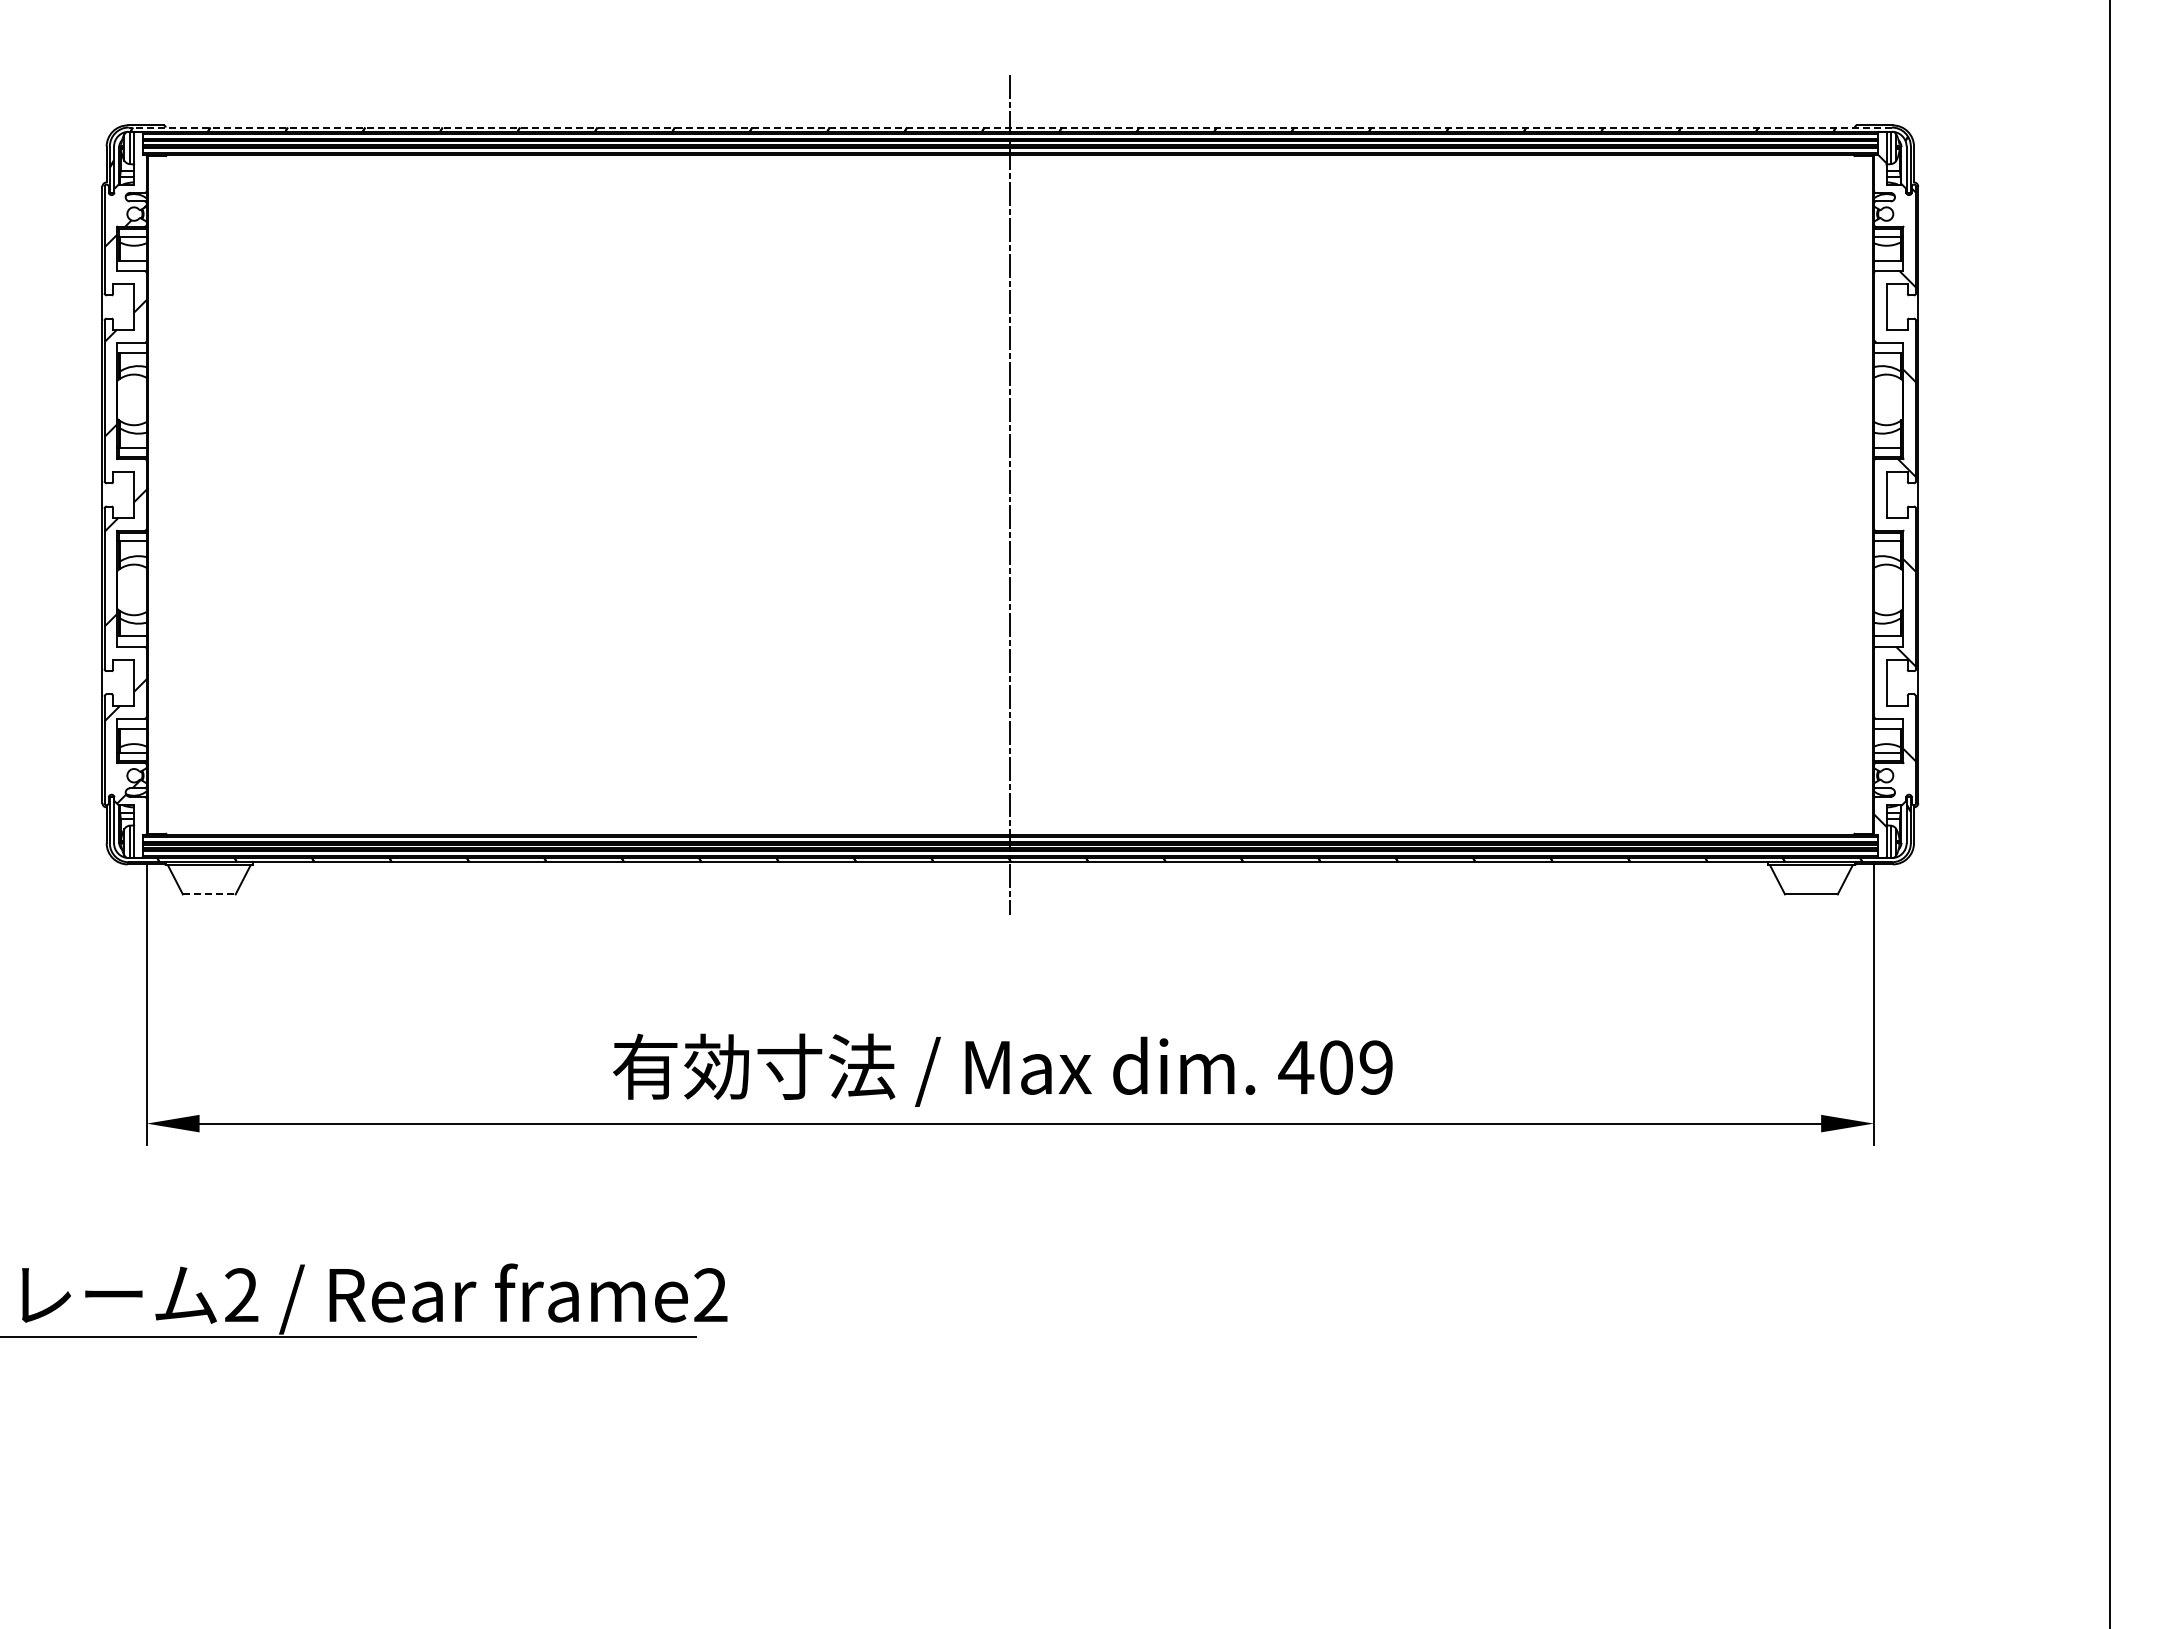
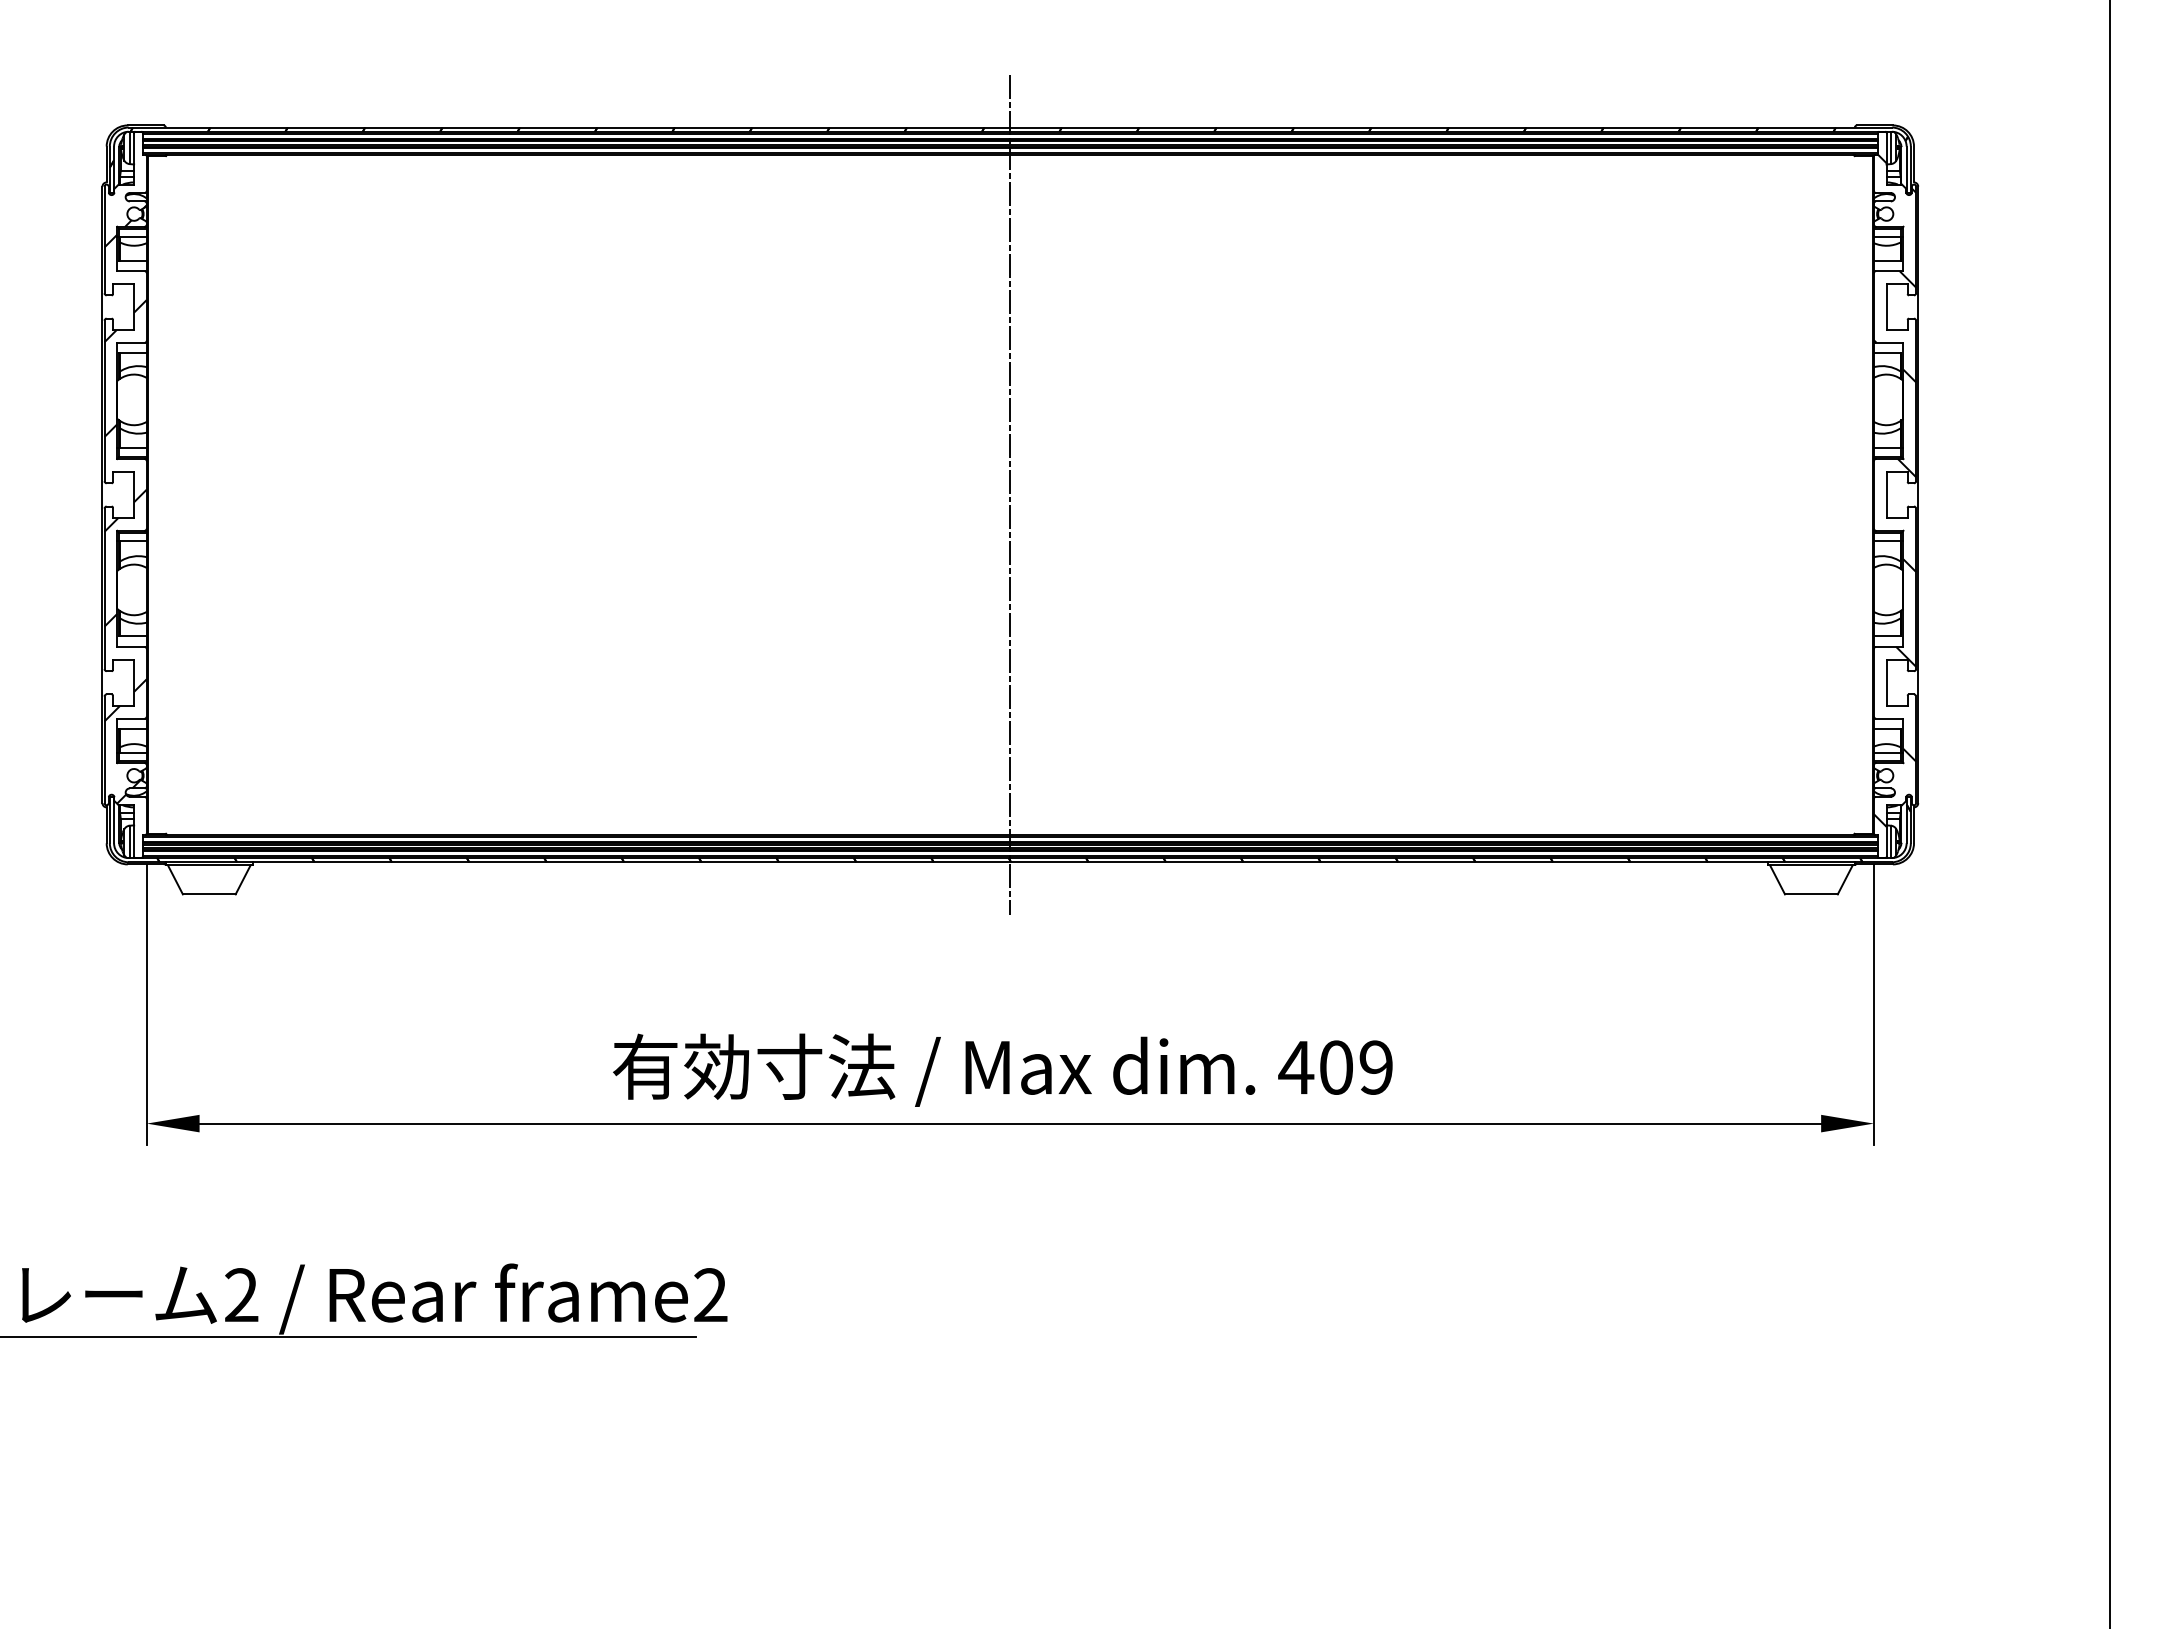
line at (1009, 127): dashed -> solid
line at (209, 894): dashed -> solid
